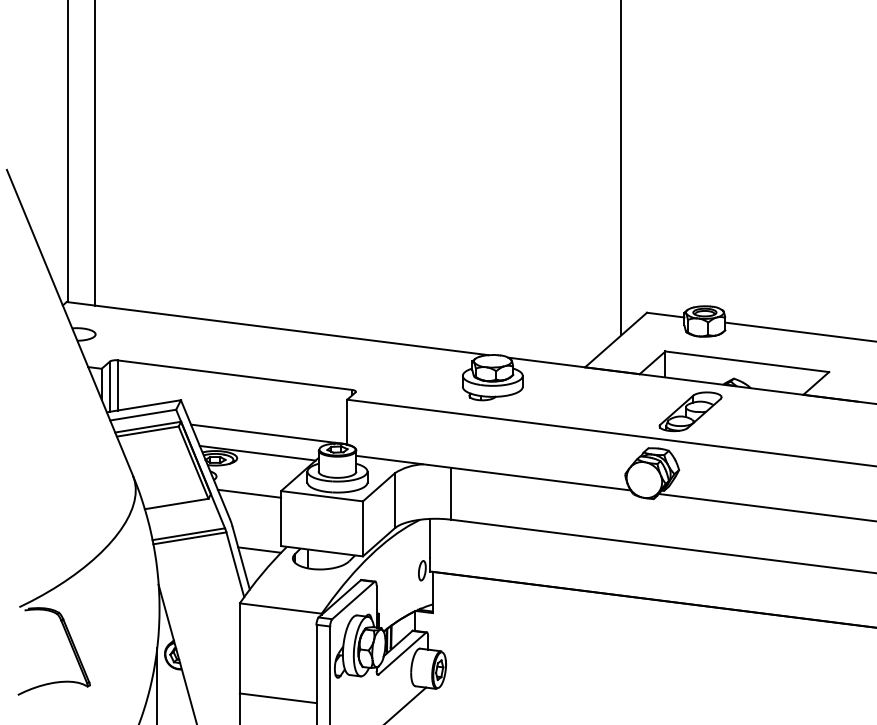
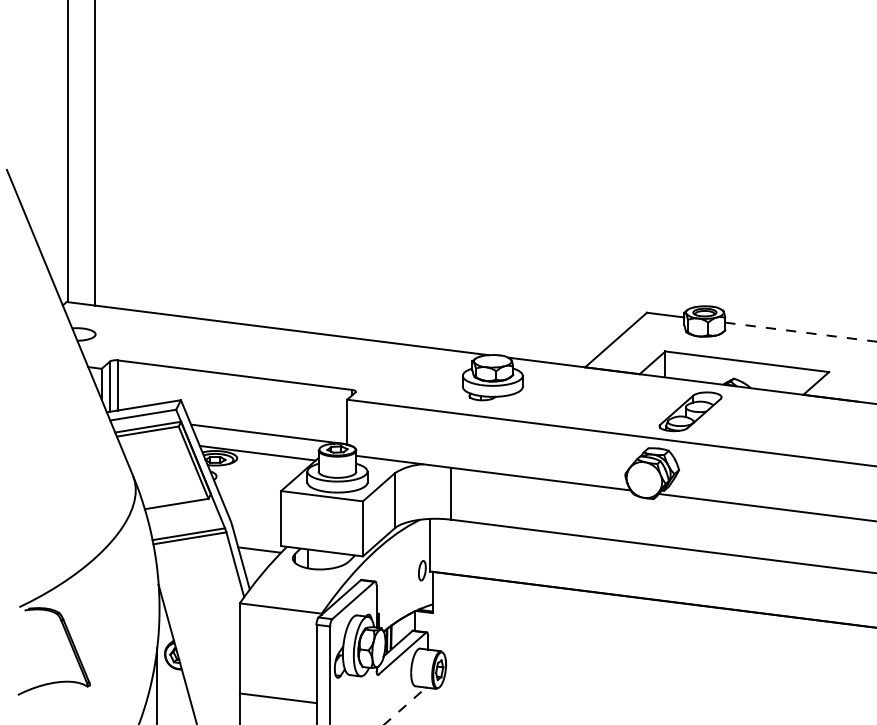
line at (621, 168): present -> none
line at (800, 332): solid -> dashed
line at (249, 493): present -> none
line at (405, 705): solid -> dashed
